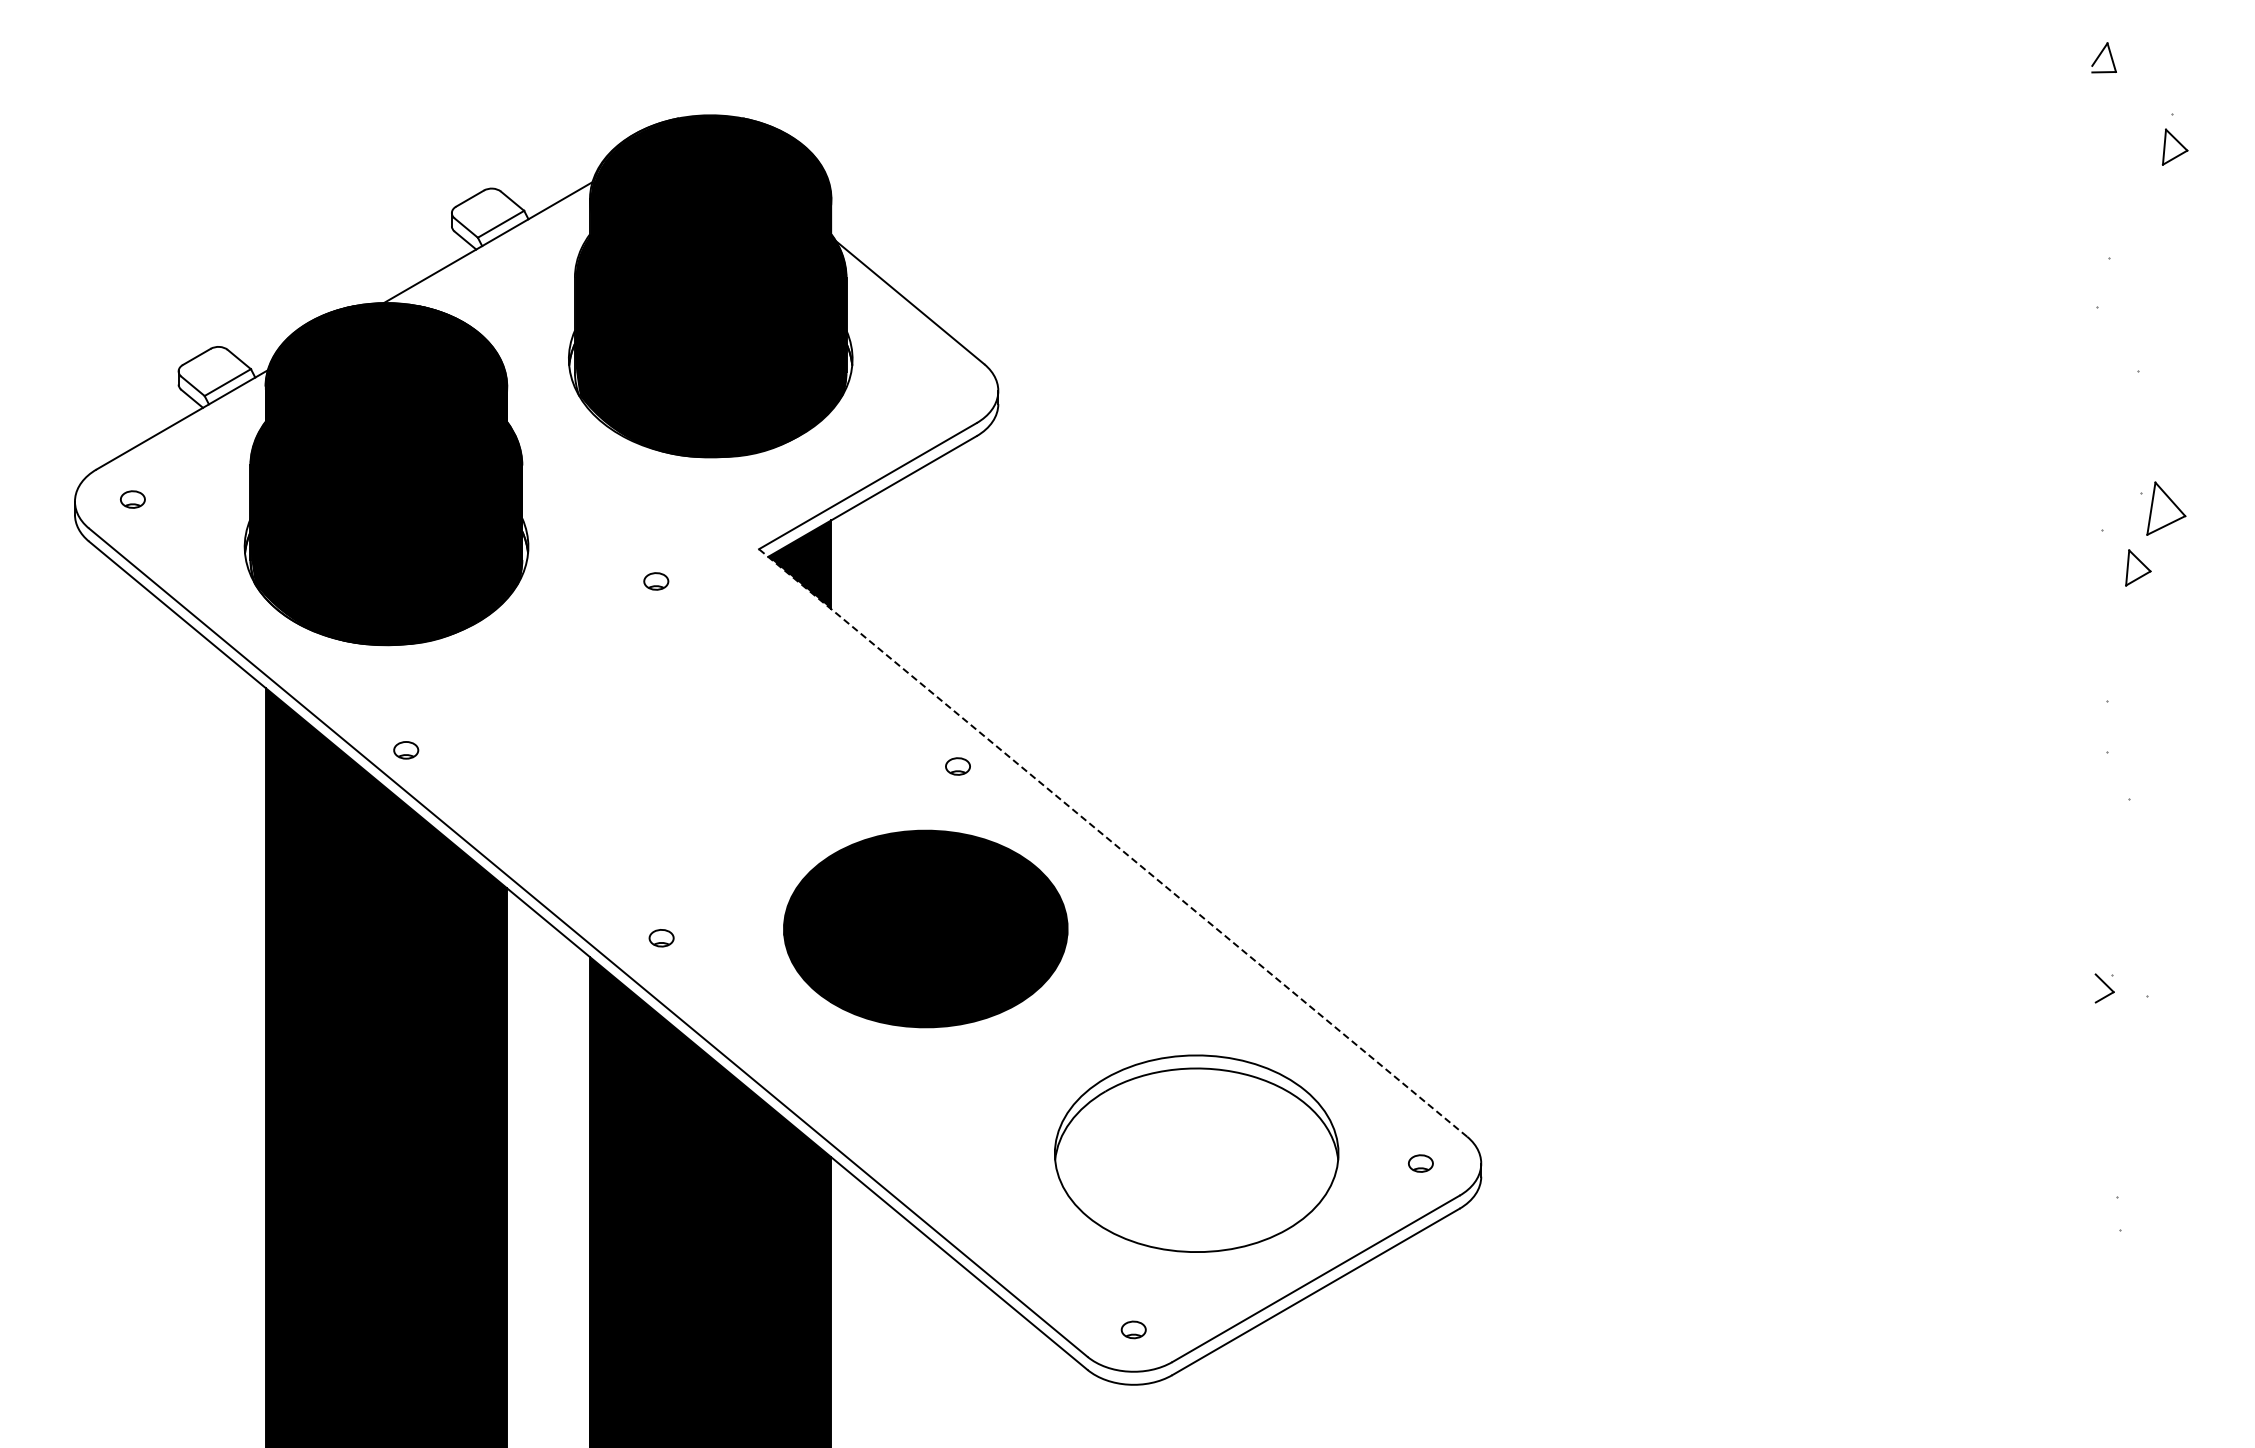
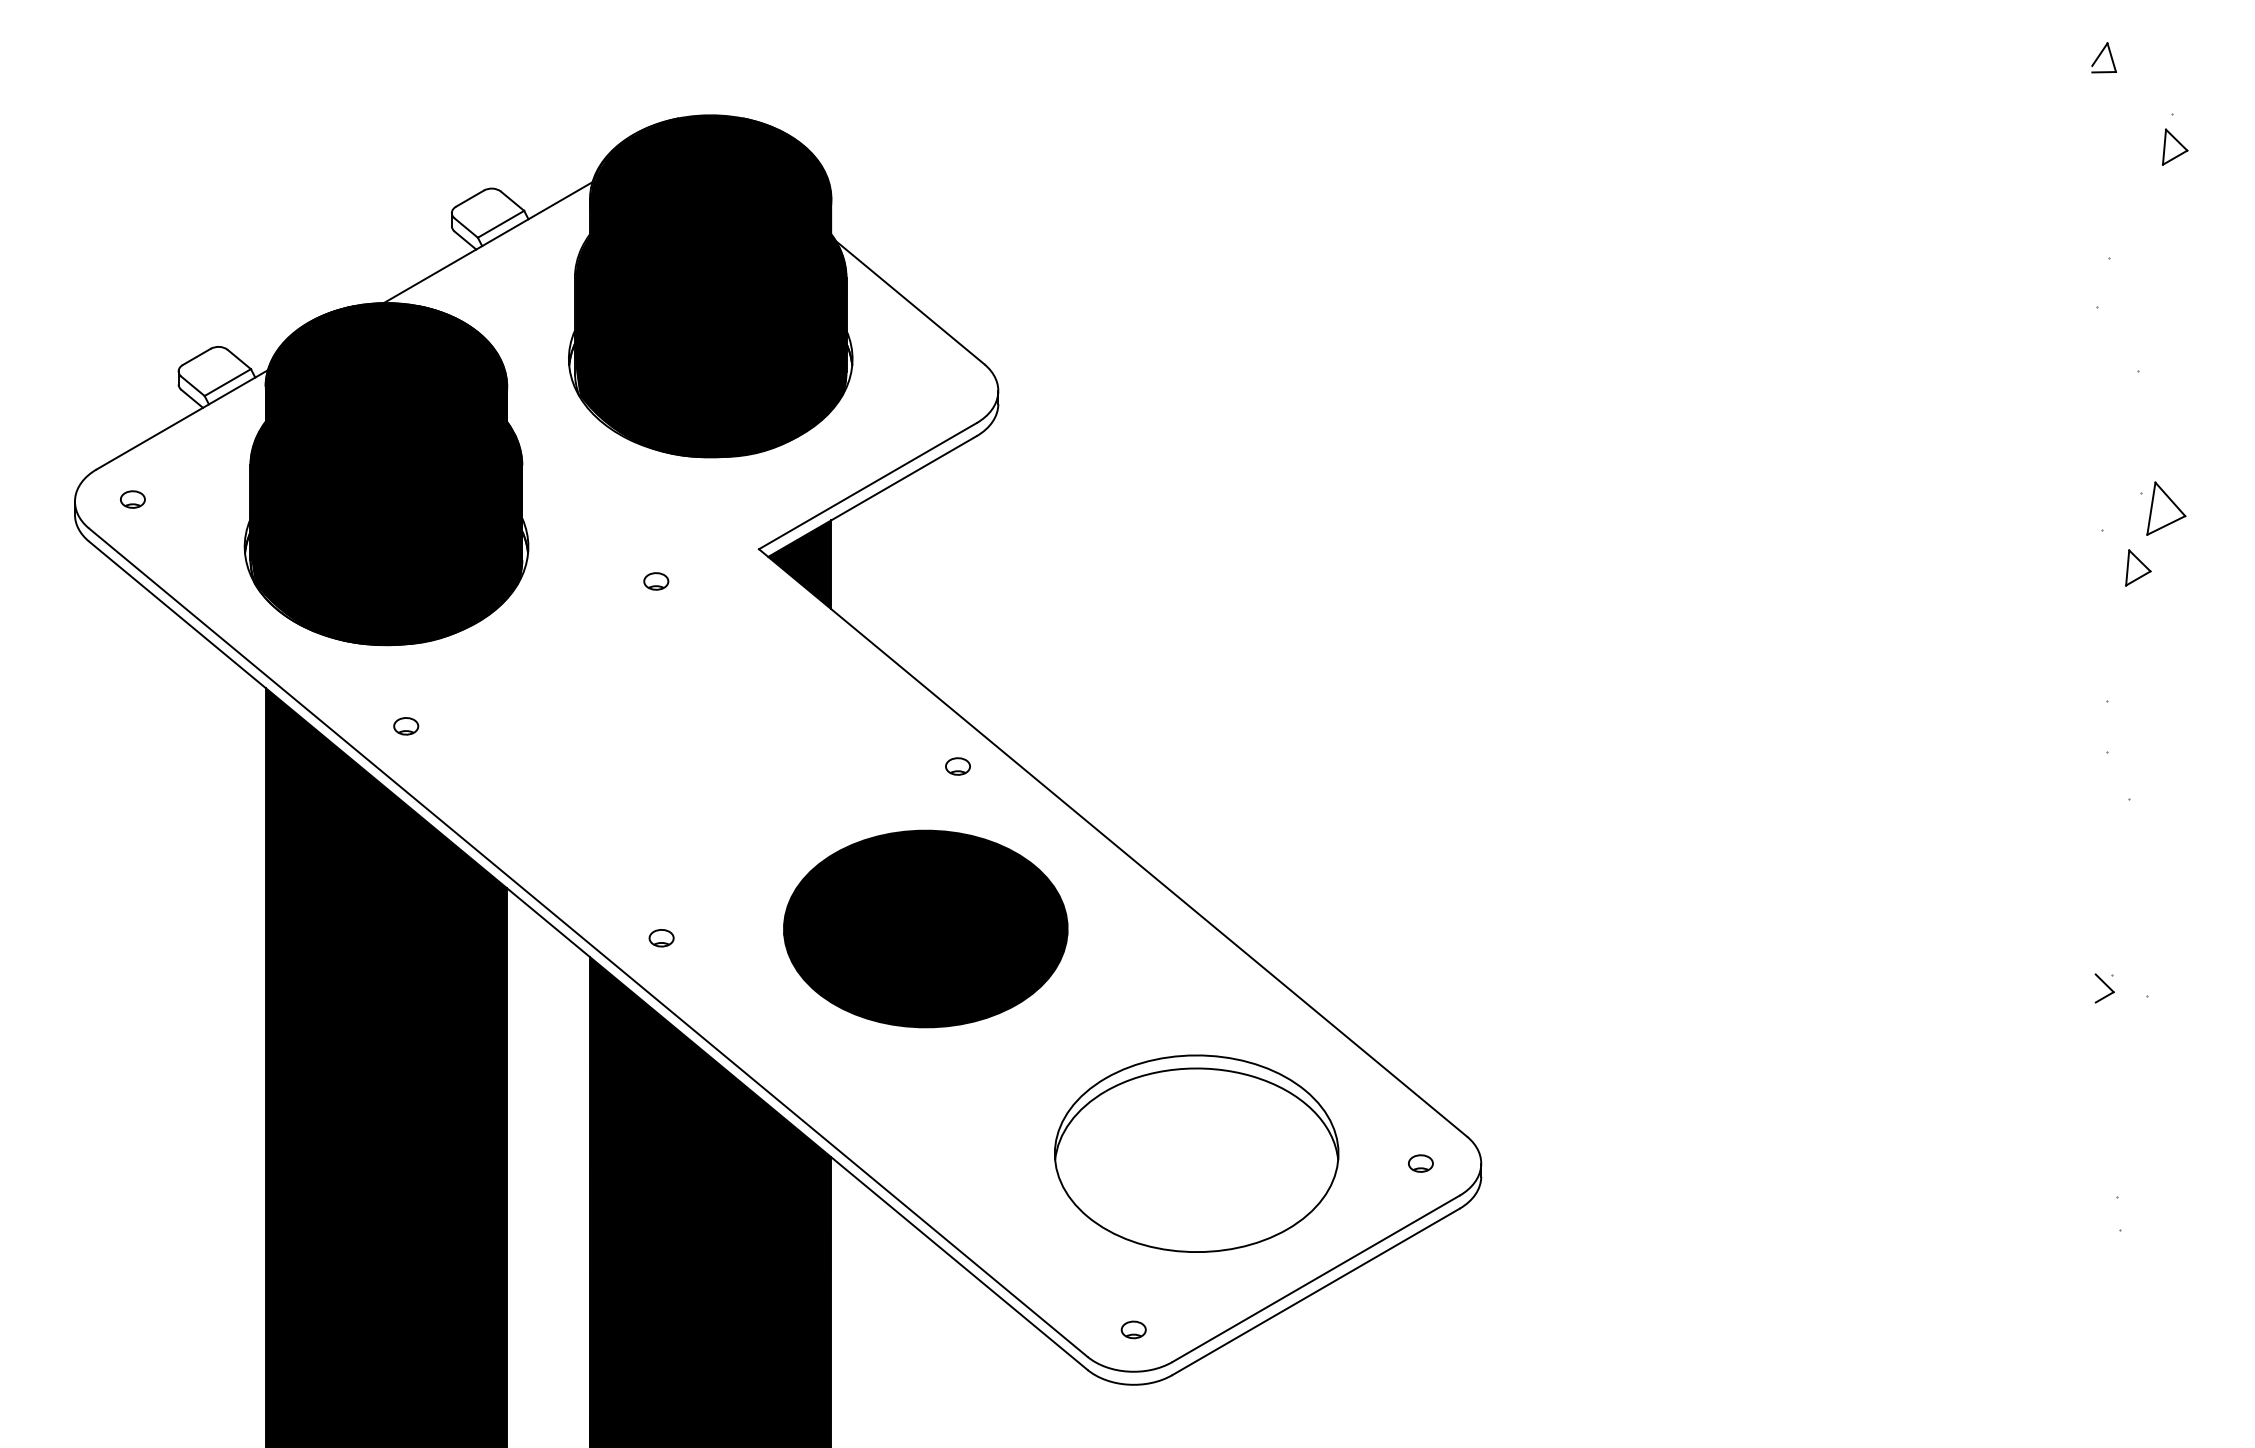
part at (406, 750) position: (406, 750) -> (406, 726)
line at (1112, 842): dashed -> solid
